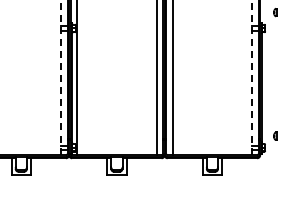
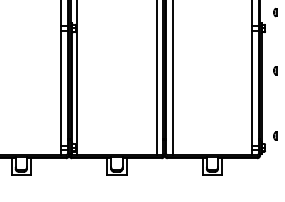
part at (275, 70): none -> present
line at (60, 78): dashed -> solid
line at (252, 78): dashed -> solid
